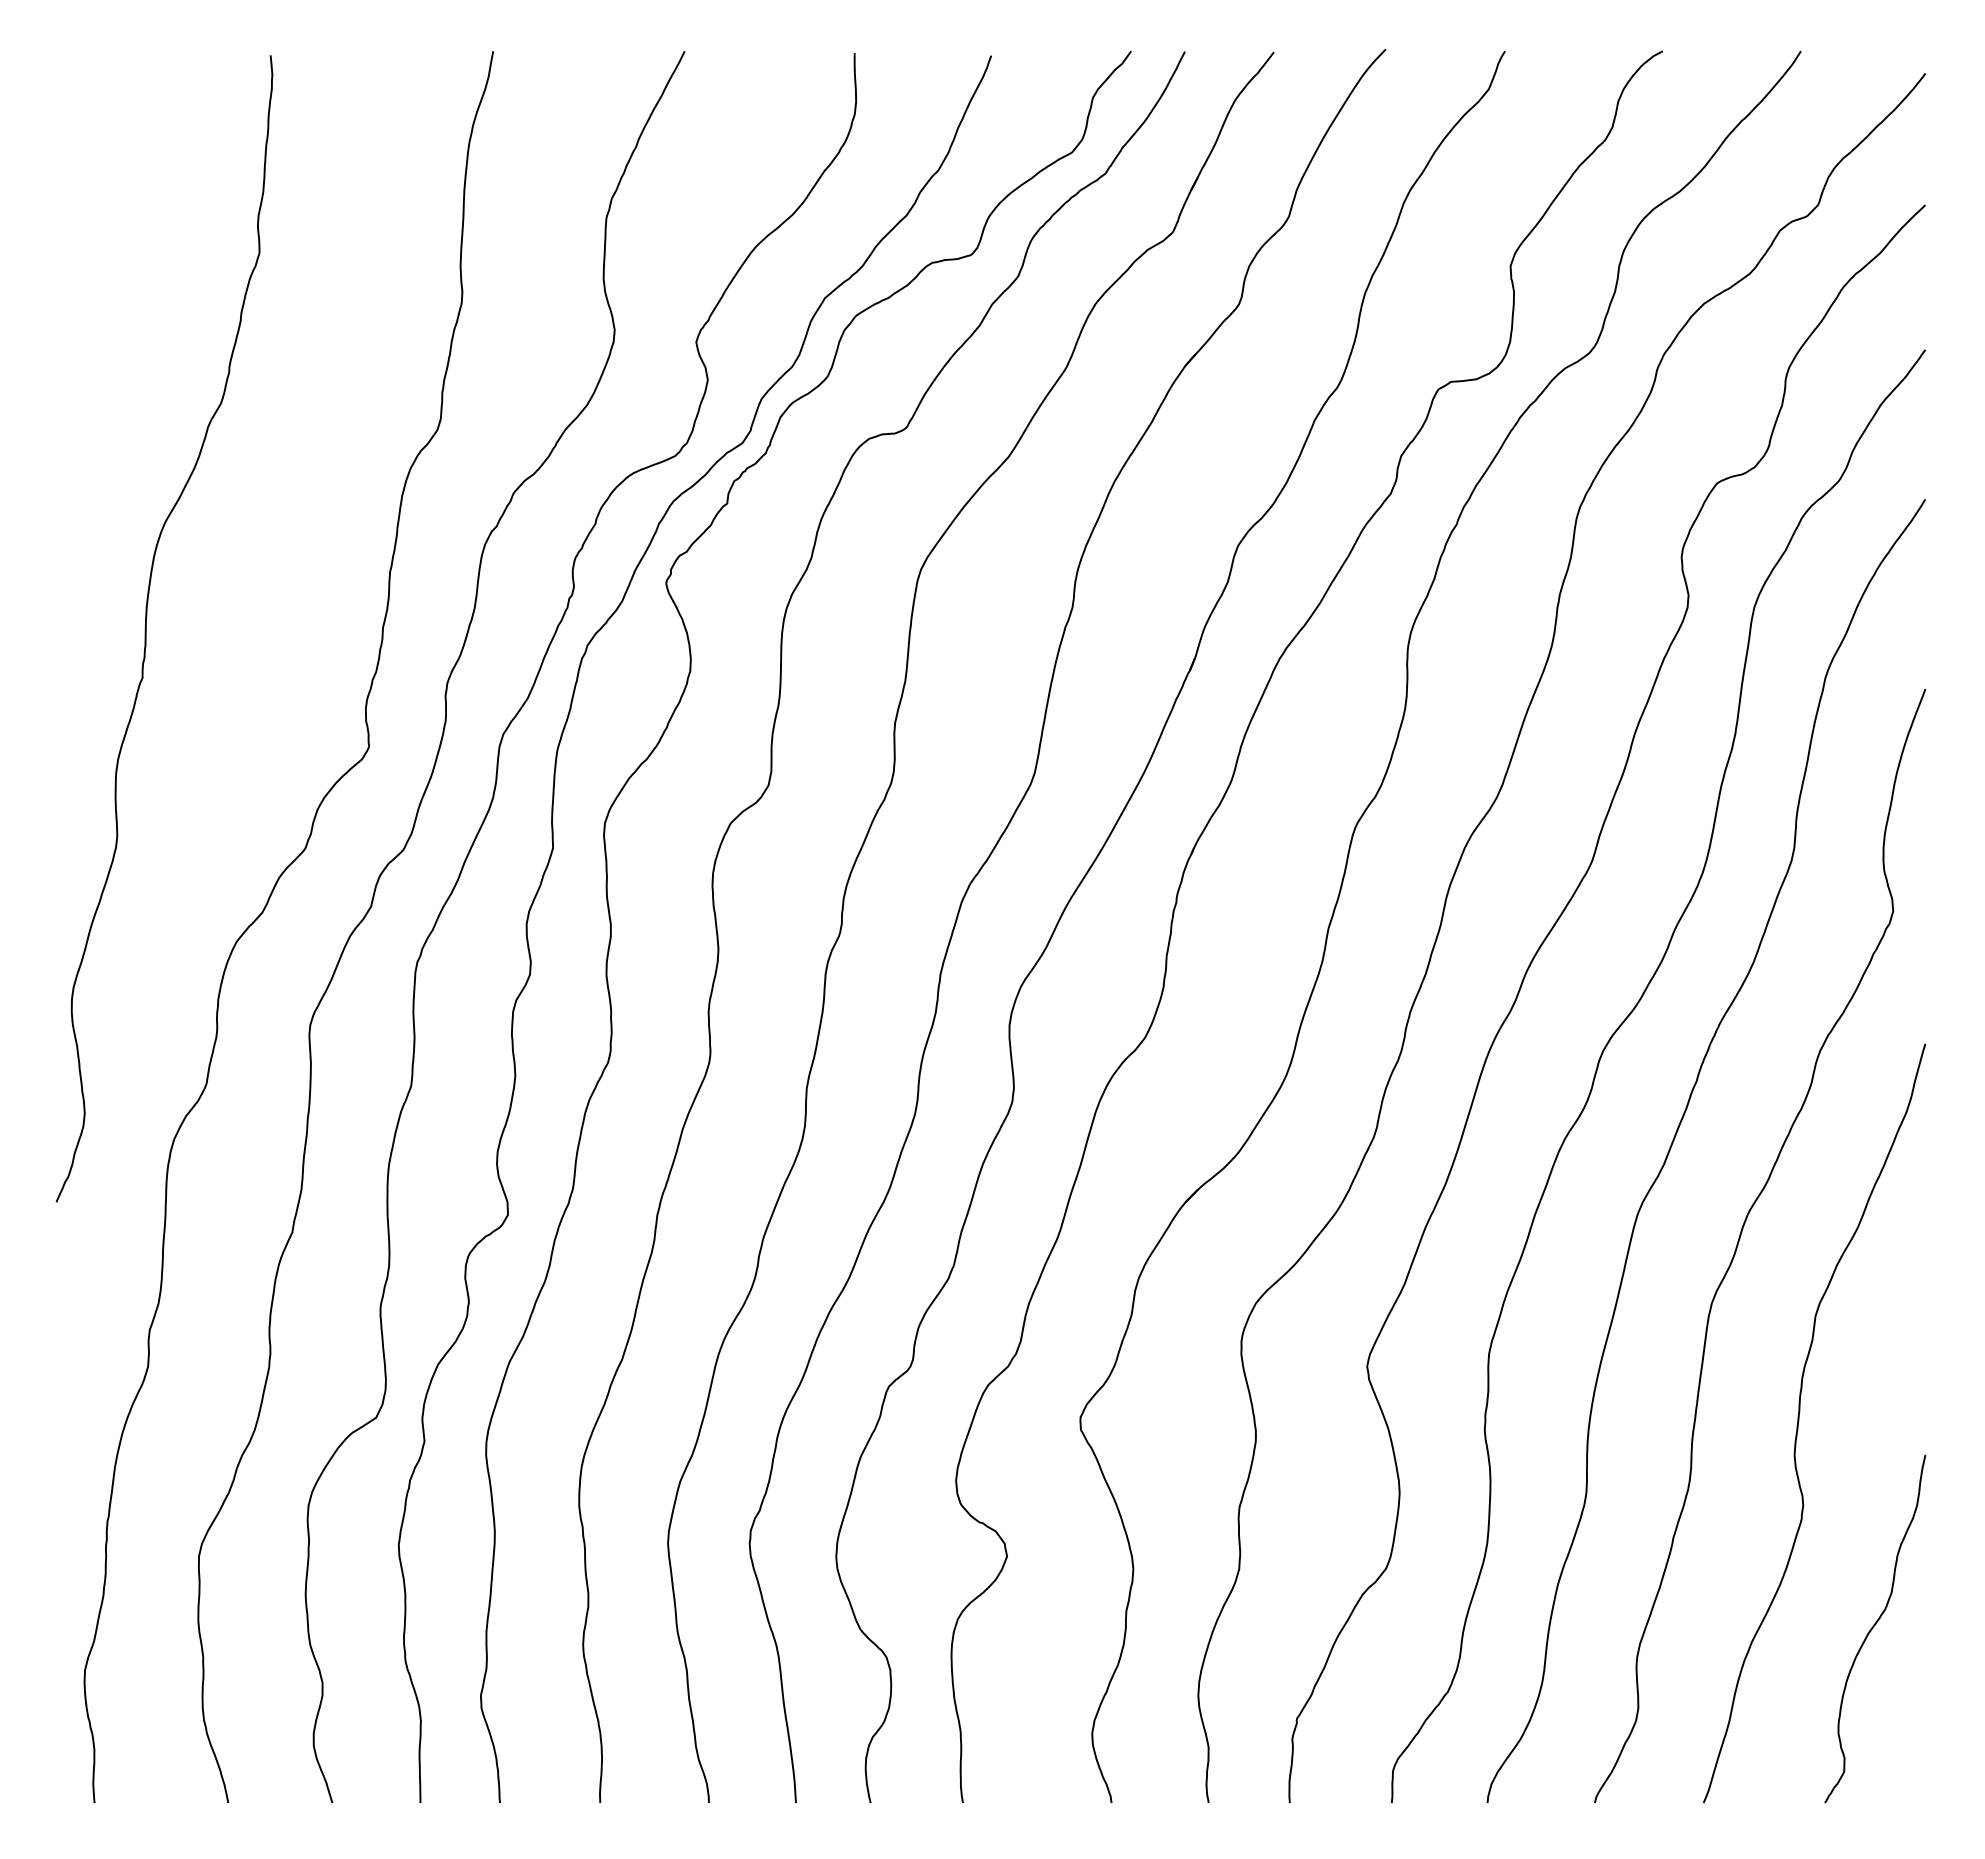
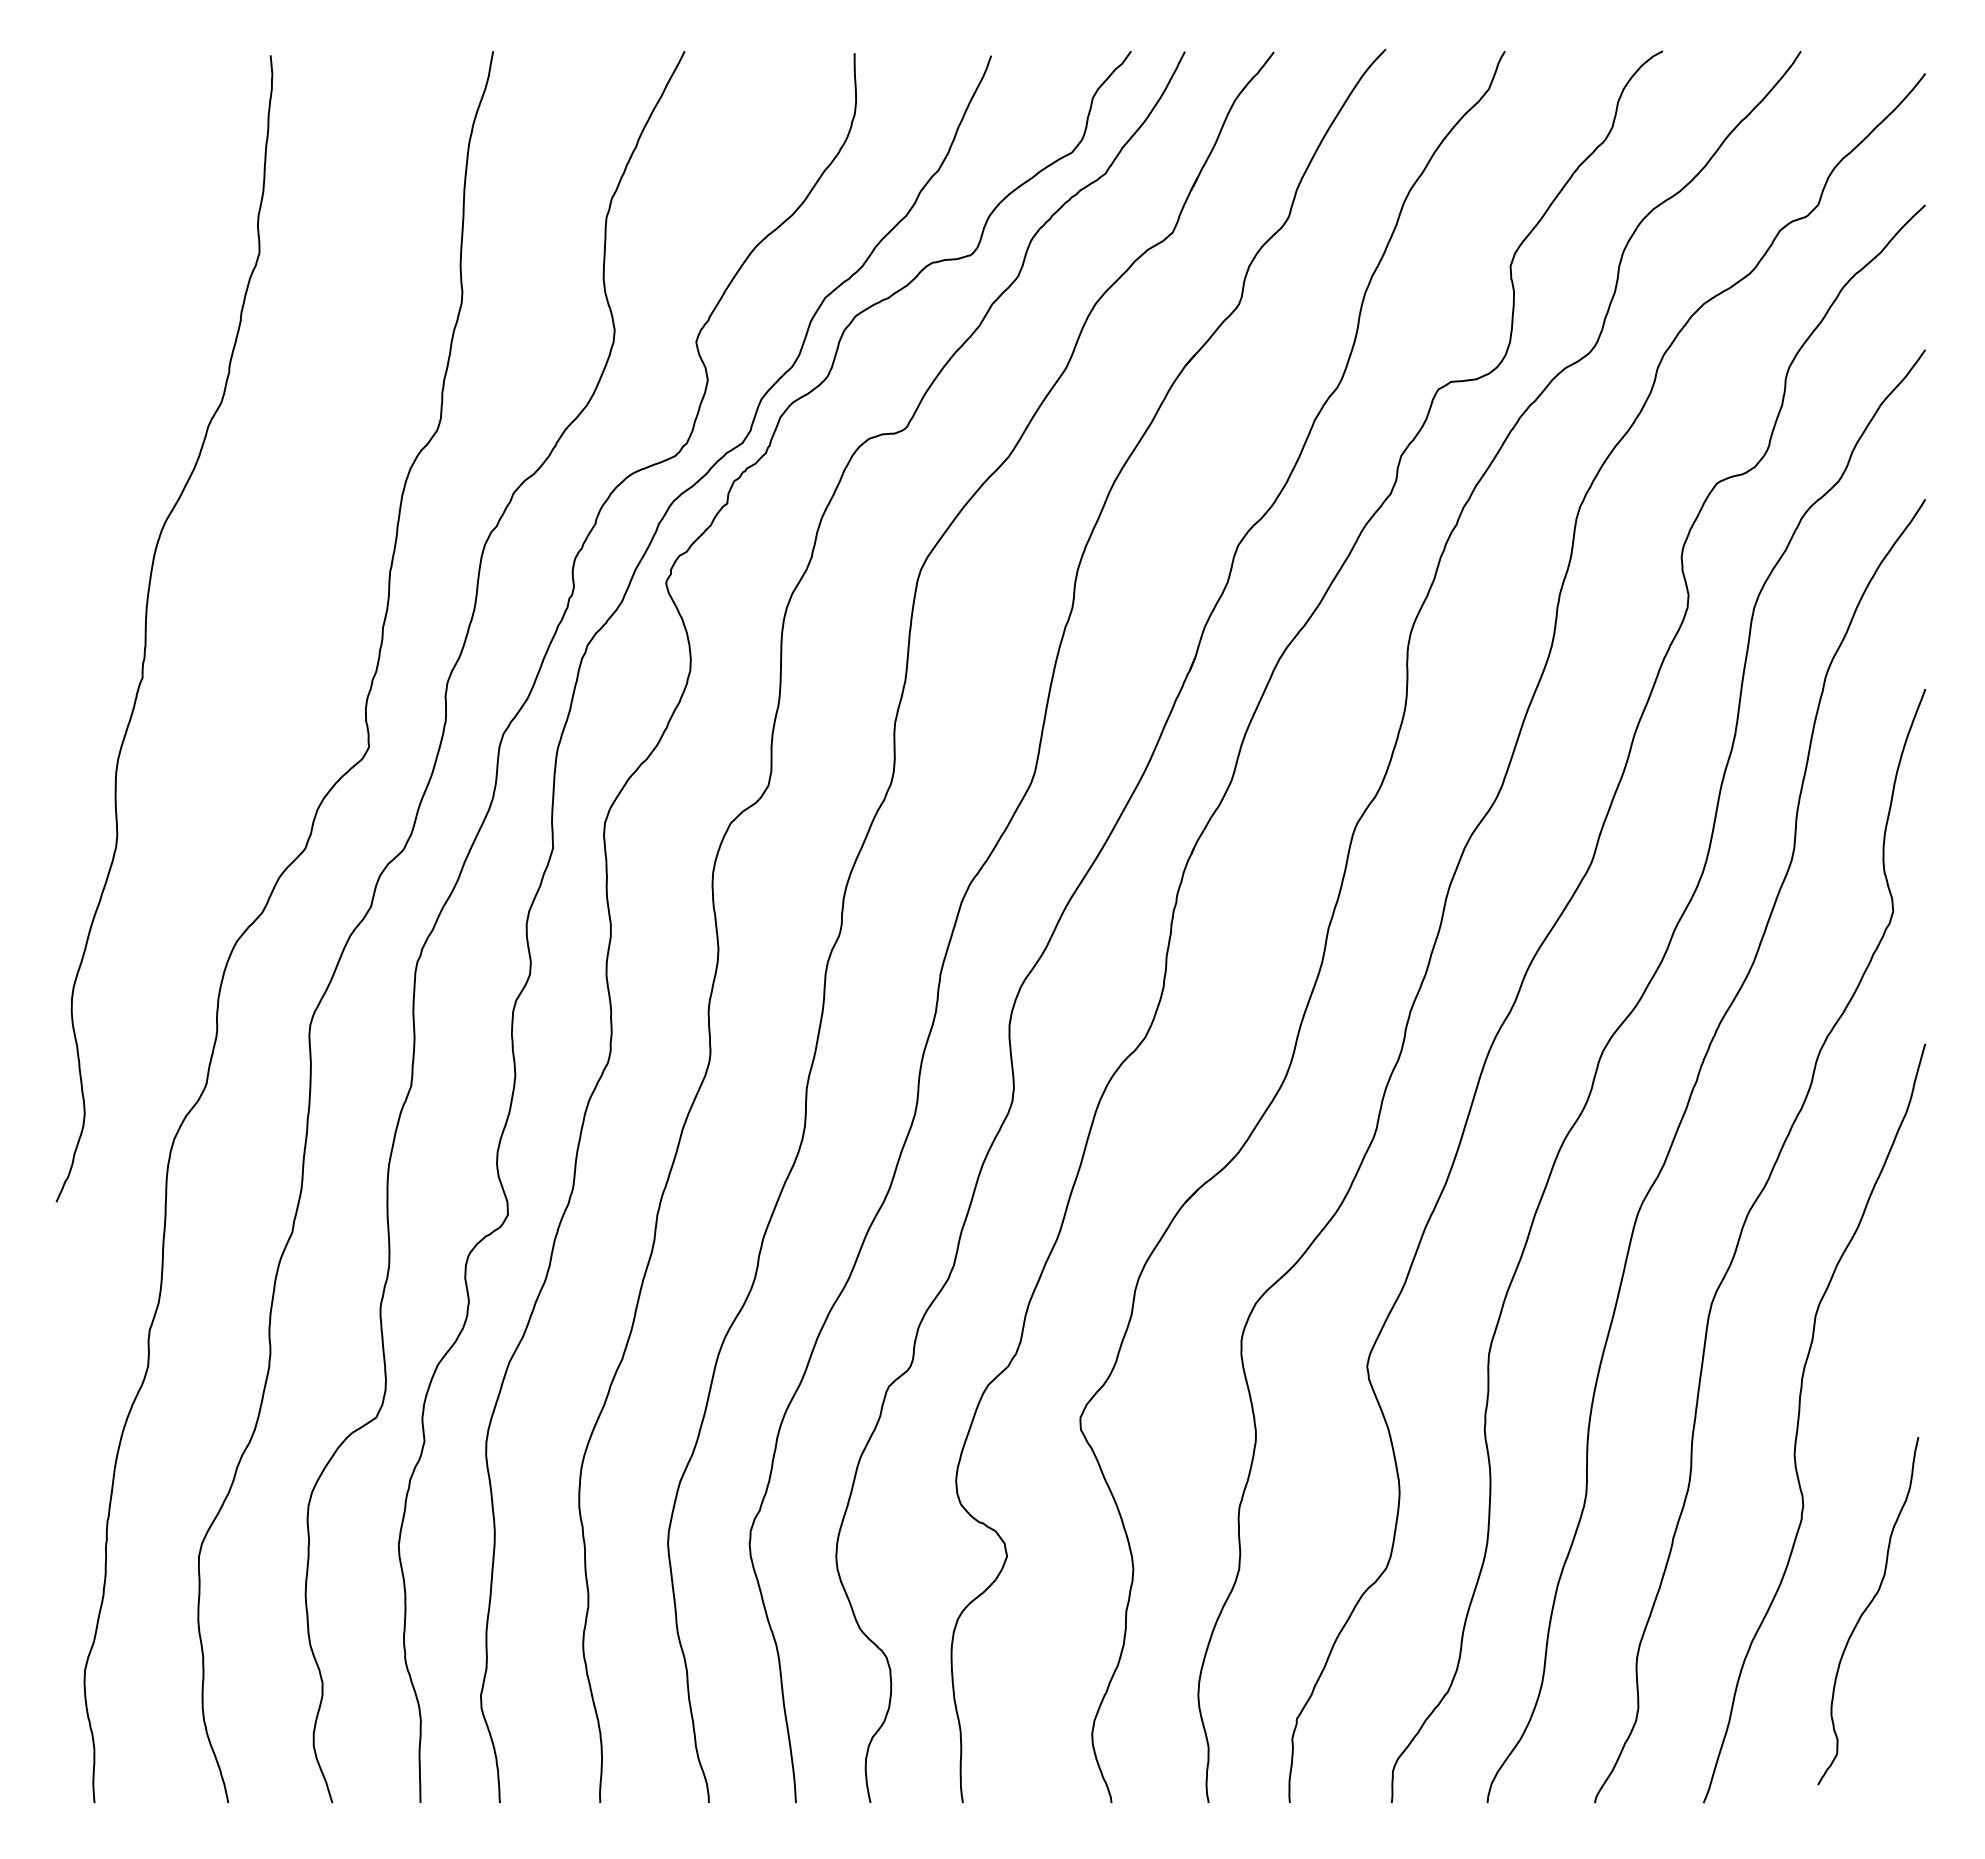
curve at (1873, 1628) position: (1873, 1628) -> (1866, 1610)
